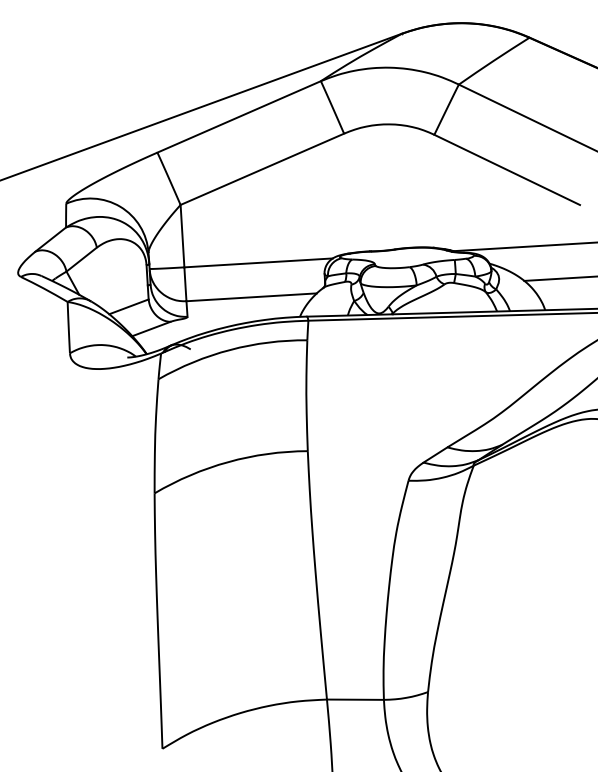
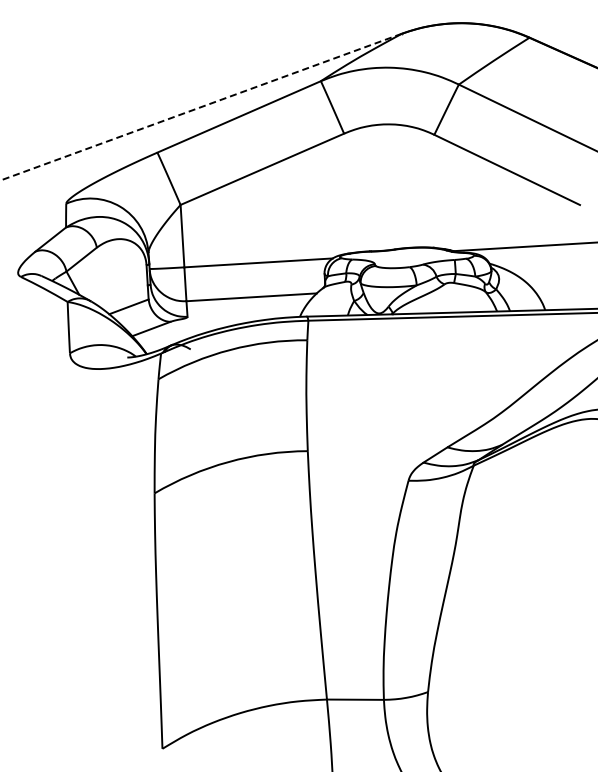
line at (201, 107): solid -> dashed
line at (559, 278): present -> none
